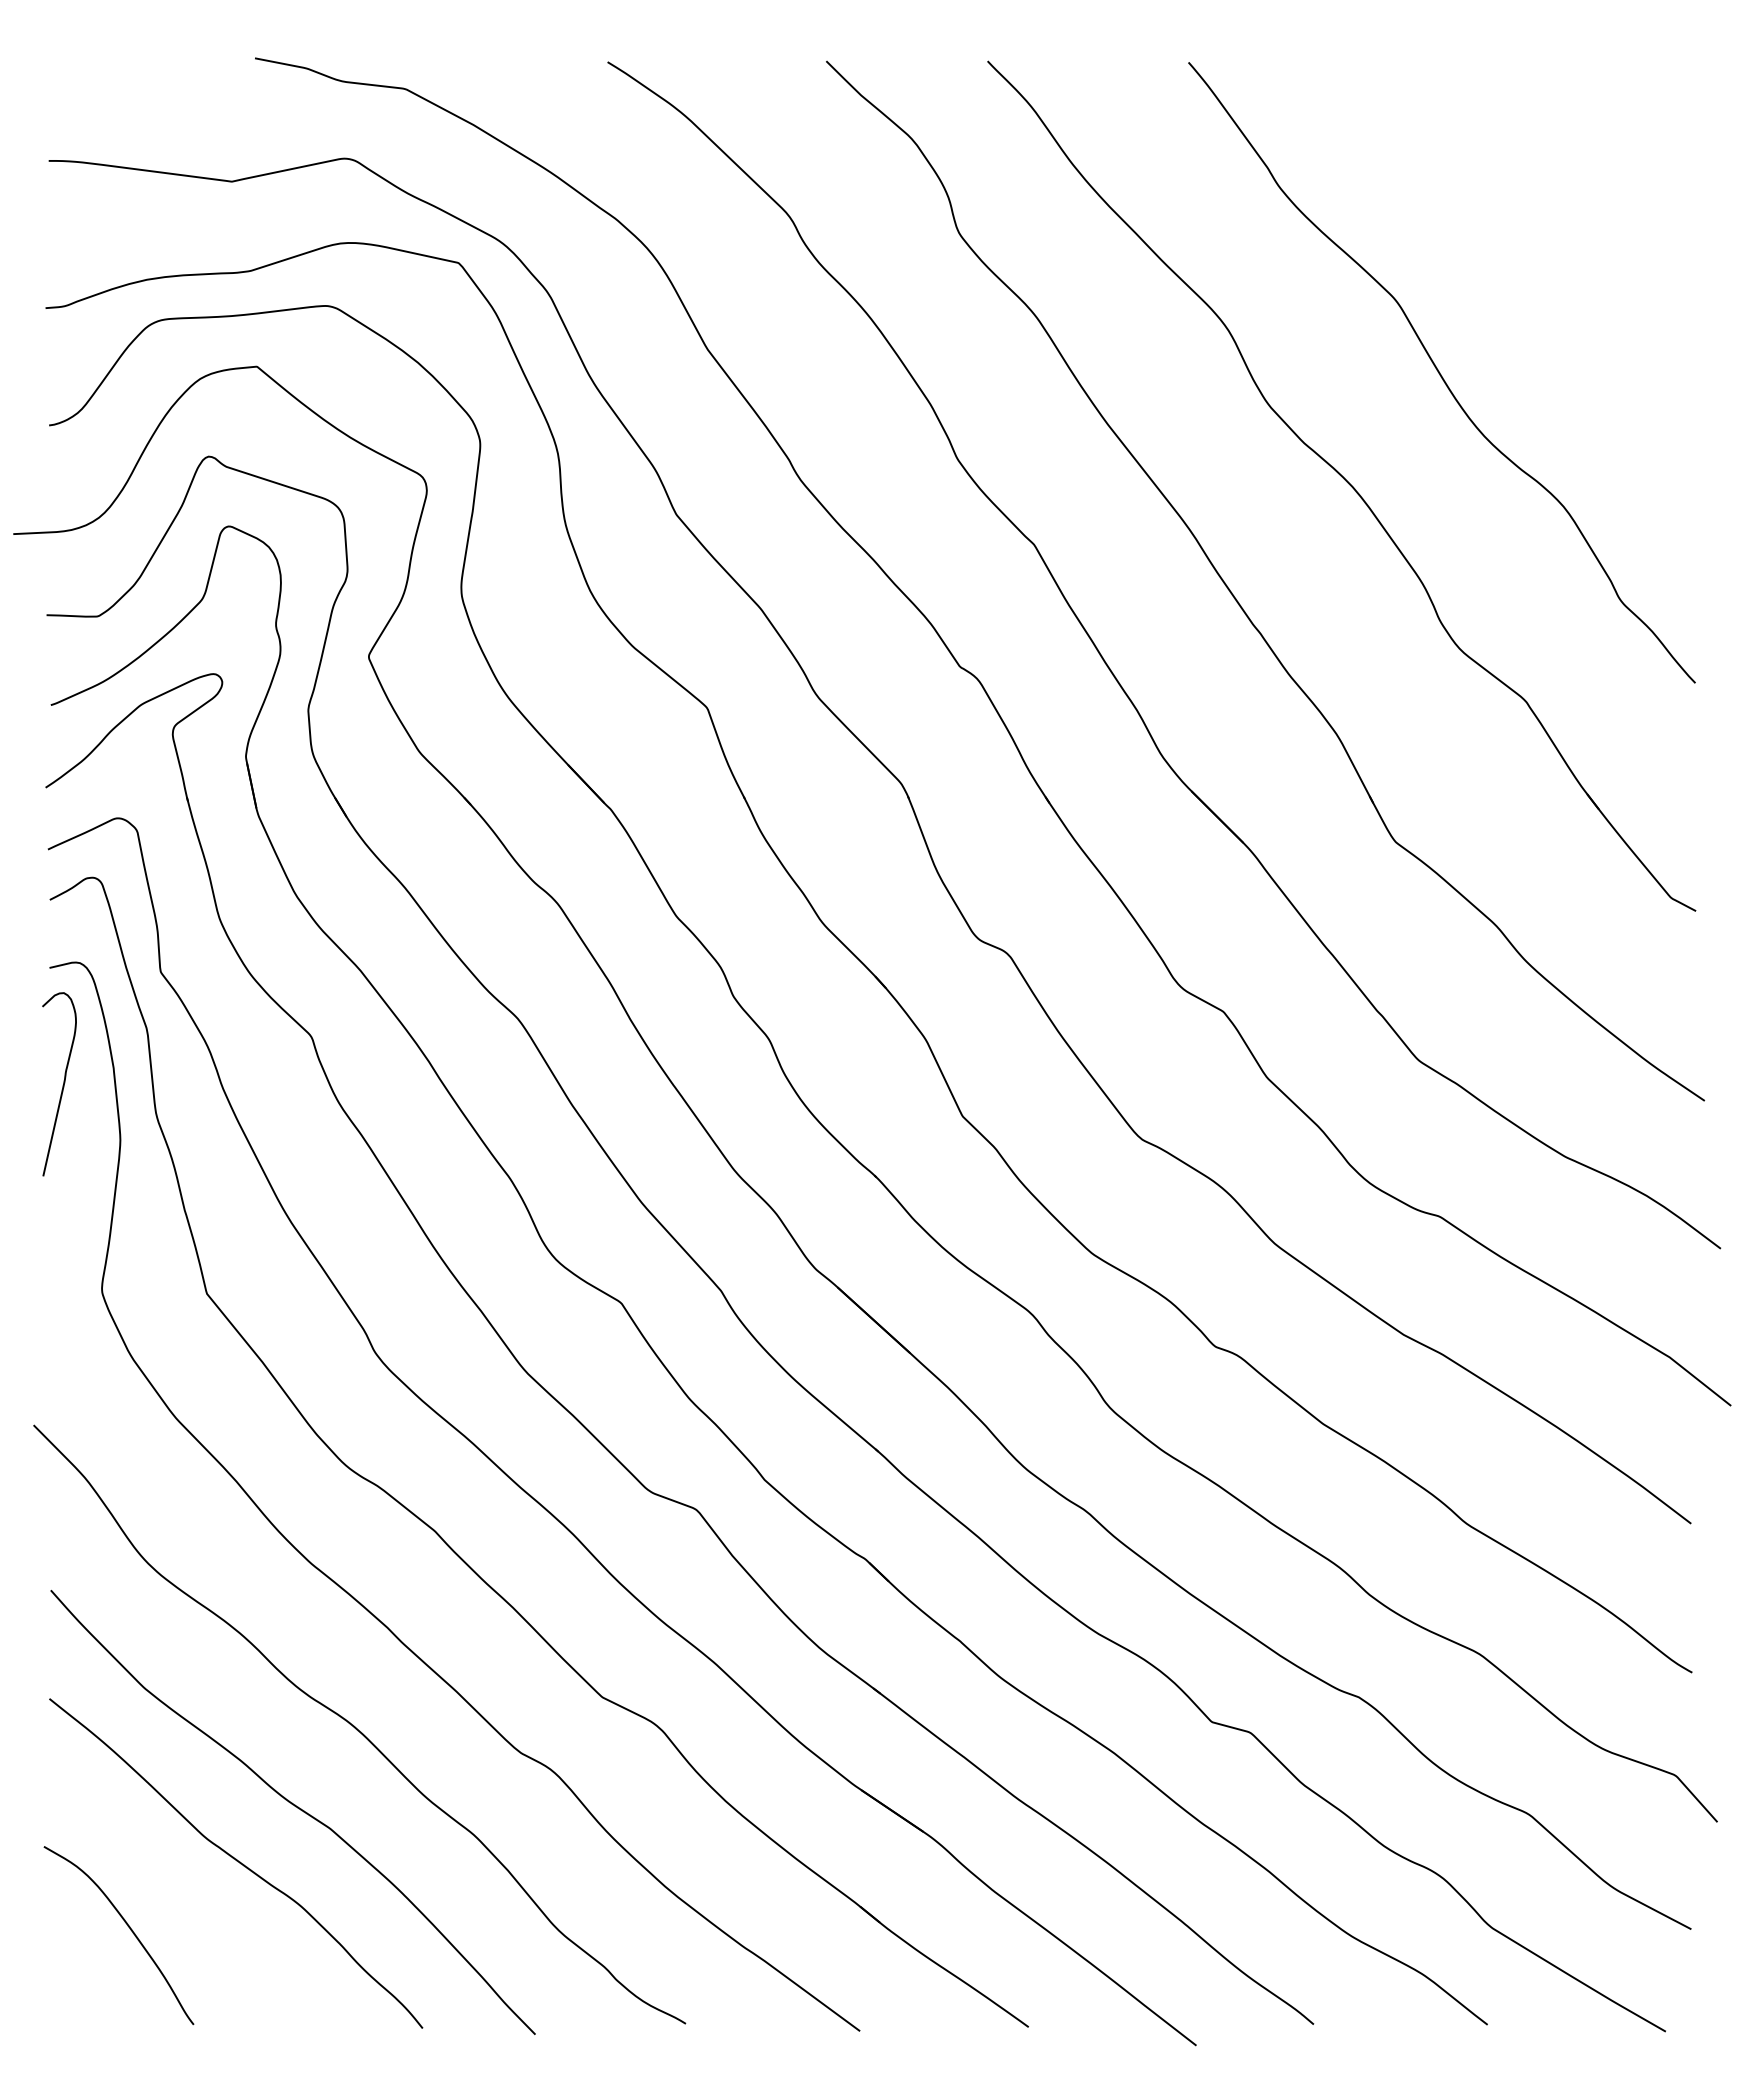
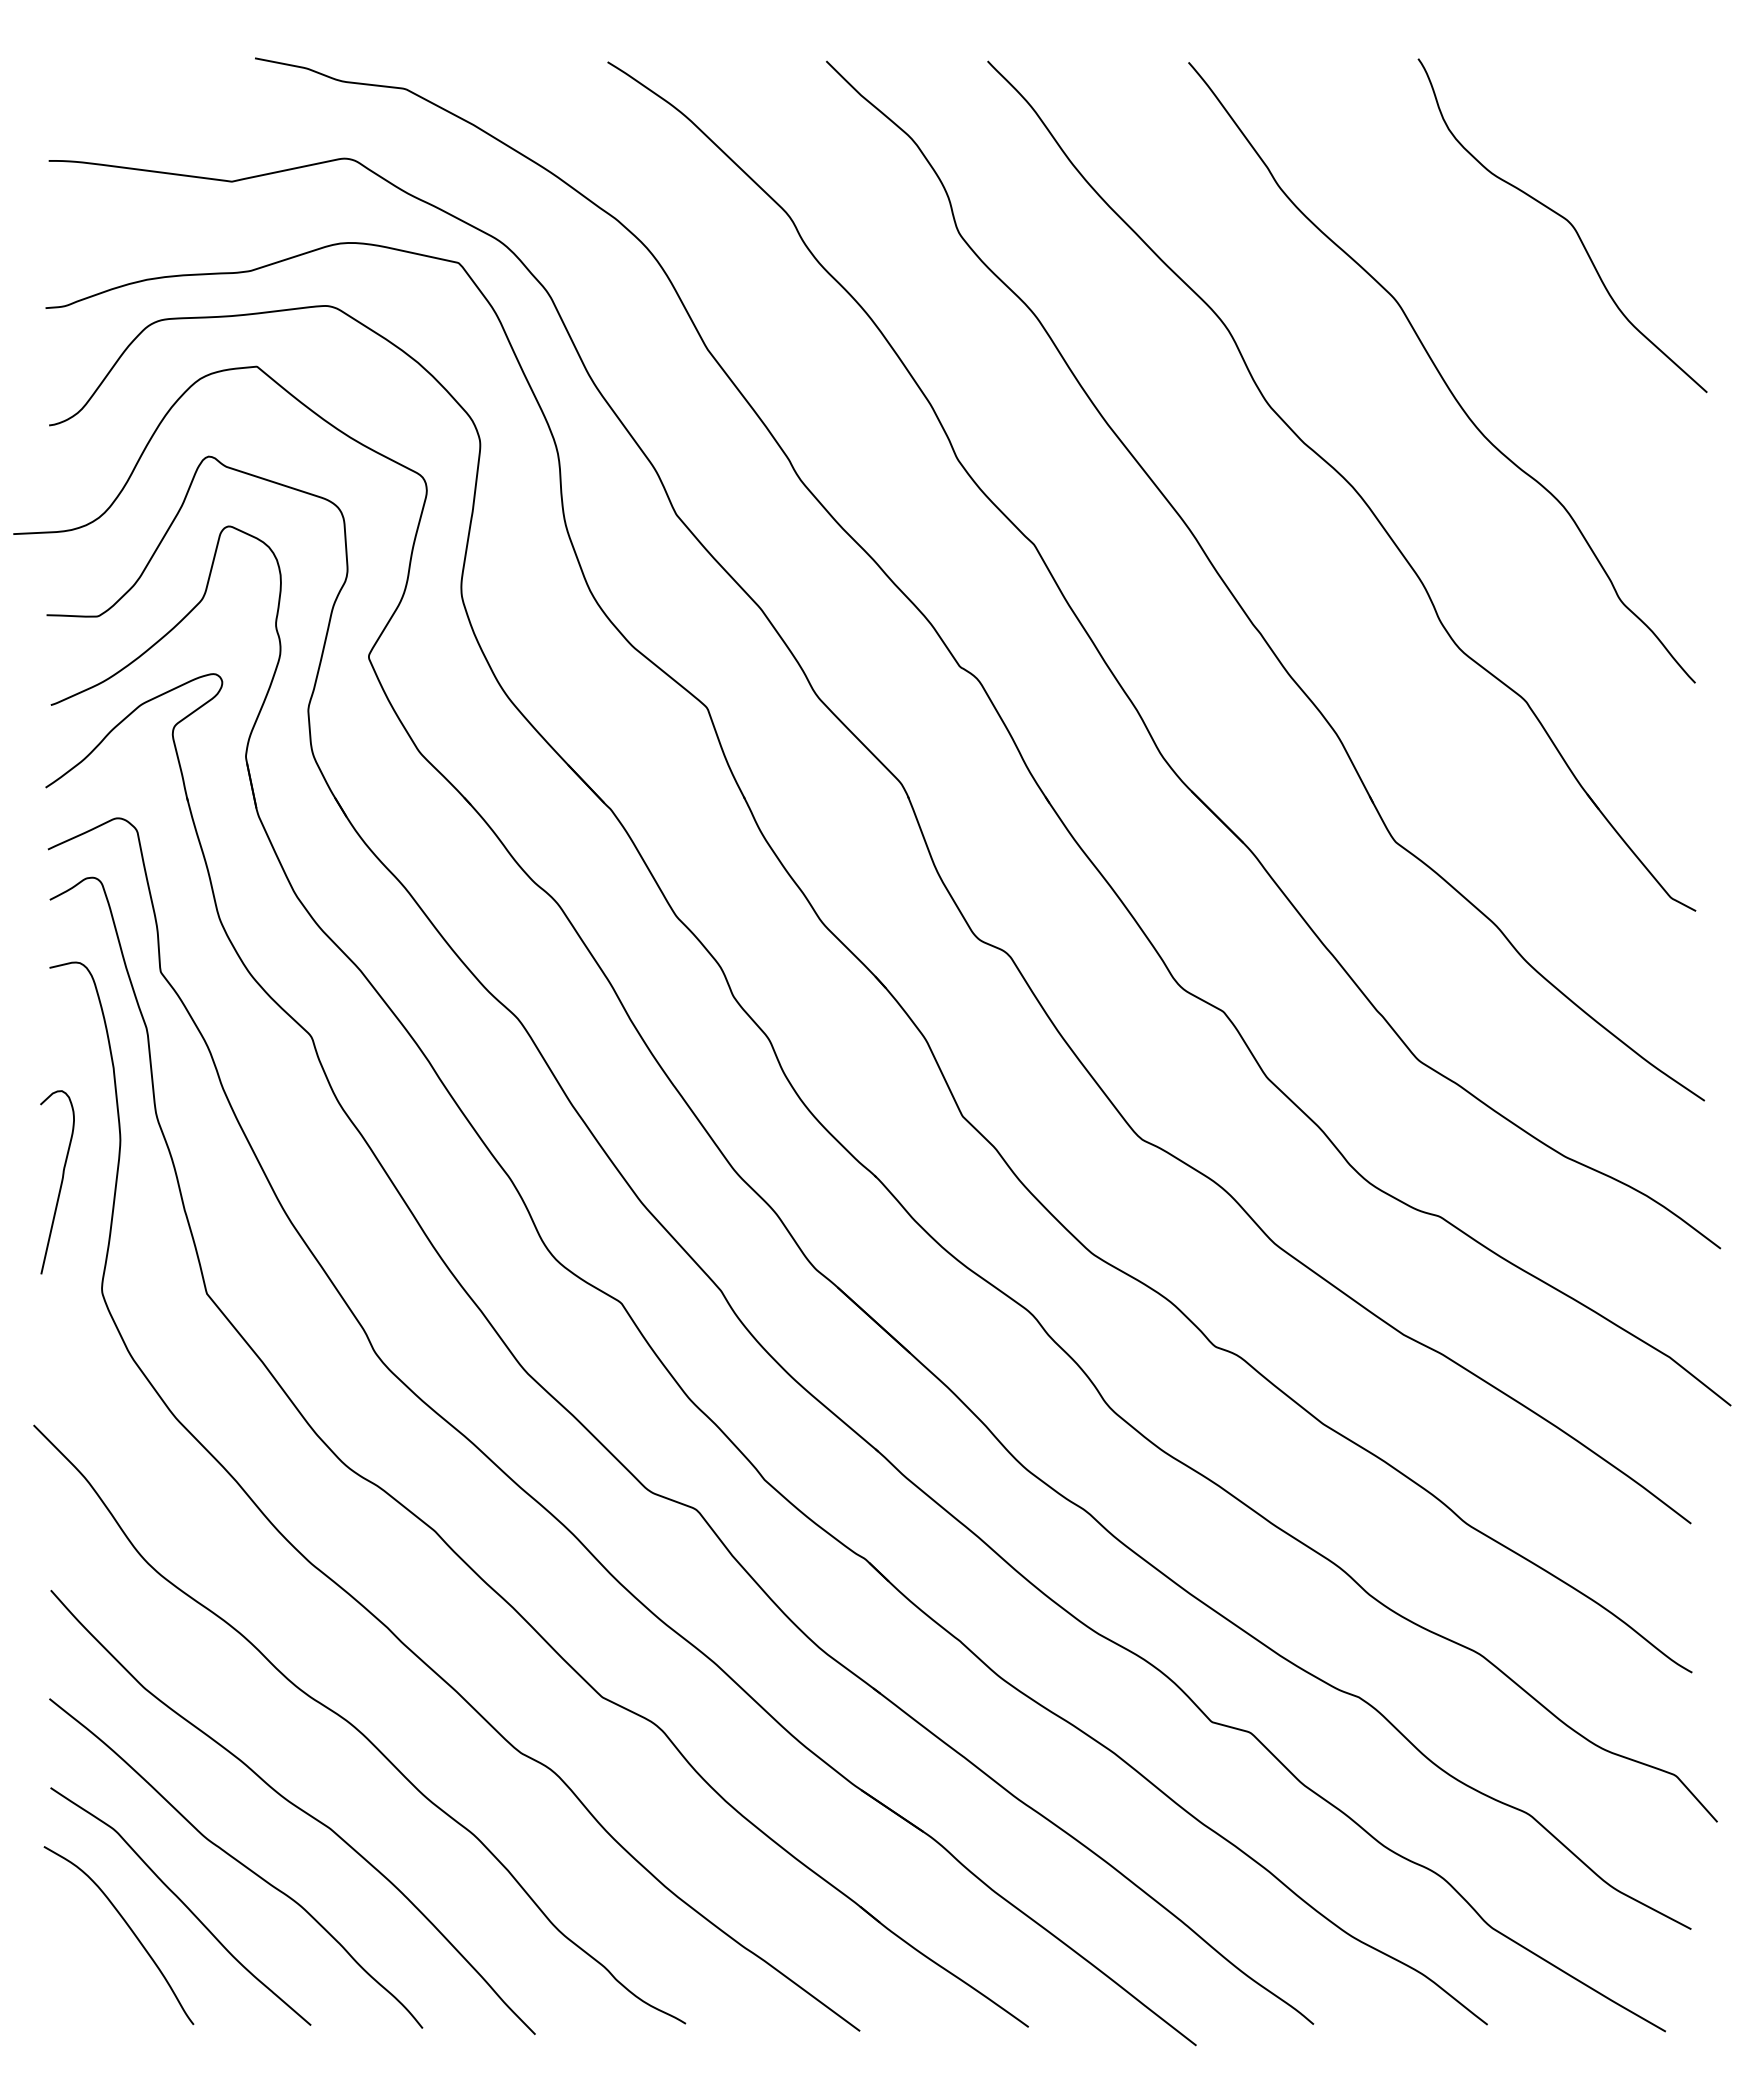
curve at (1565, 220): none -> present
curve at (62, 1085) position: (62, 1085) -> (60, 1183)
curve at (182, 1903): none -> present
